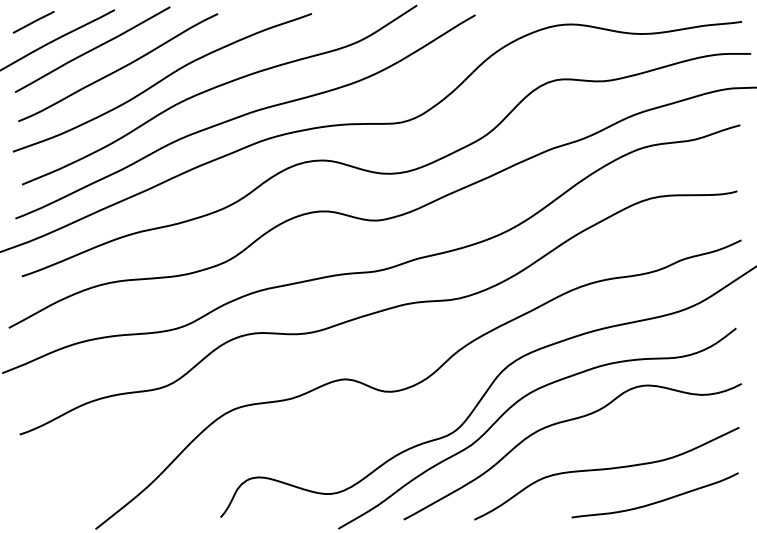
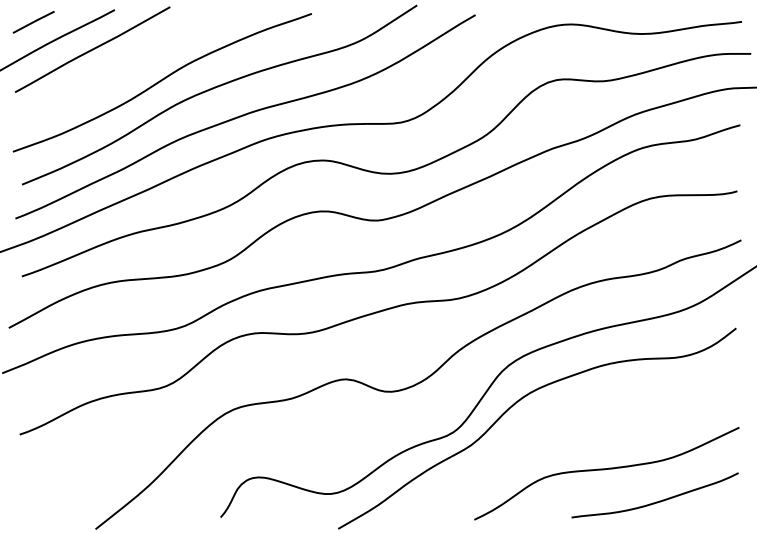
curve at (118, 68): present -> none
curve at (564, 422): present -> none
